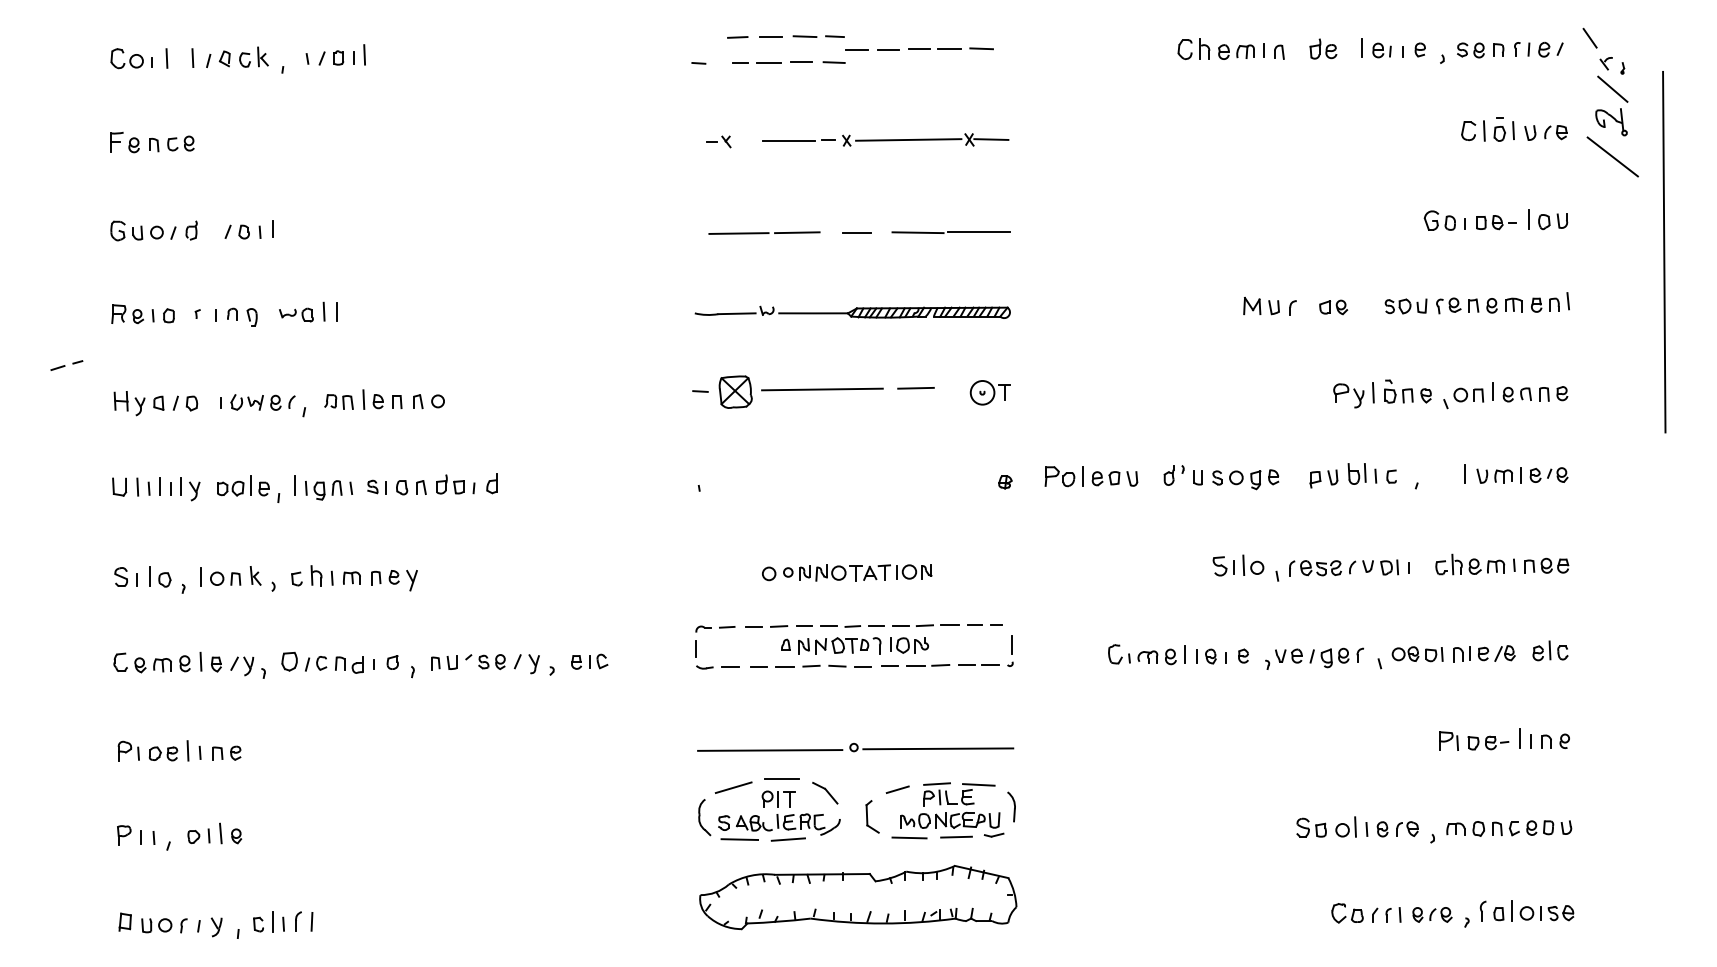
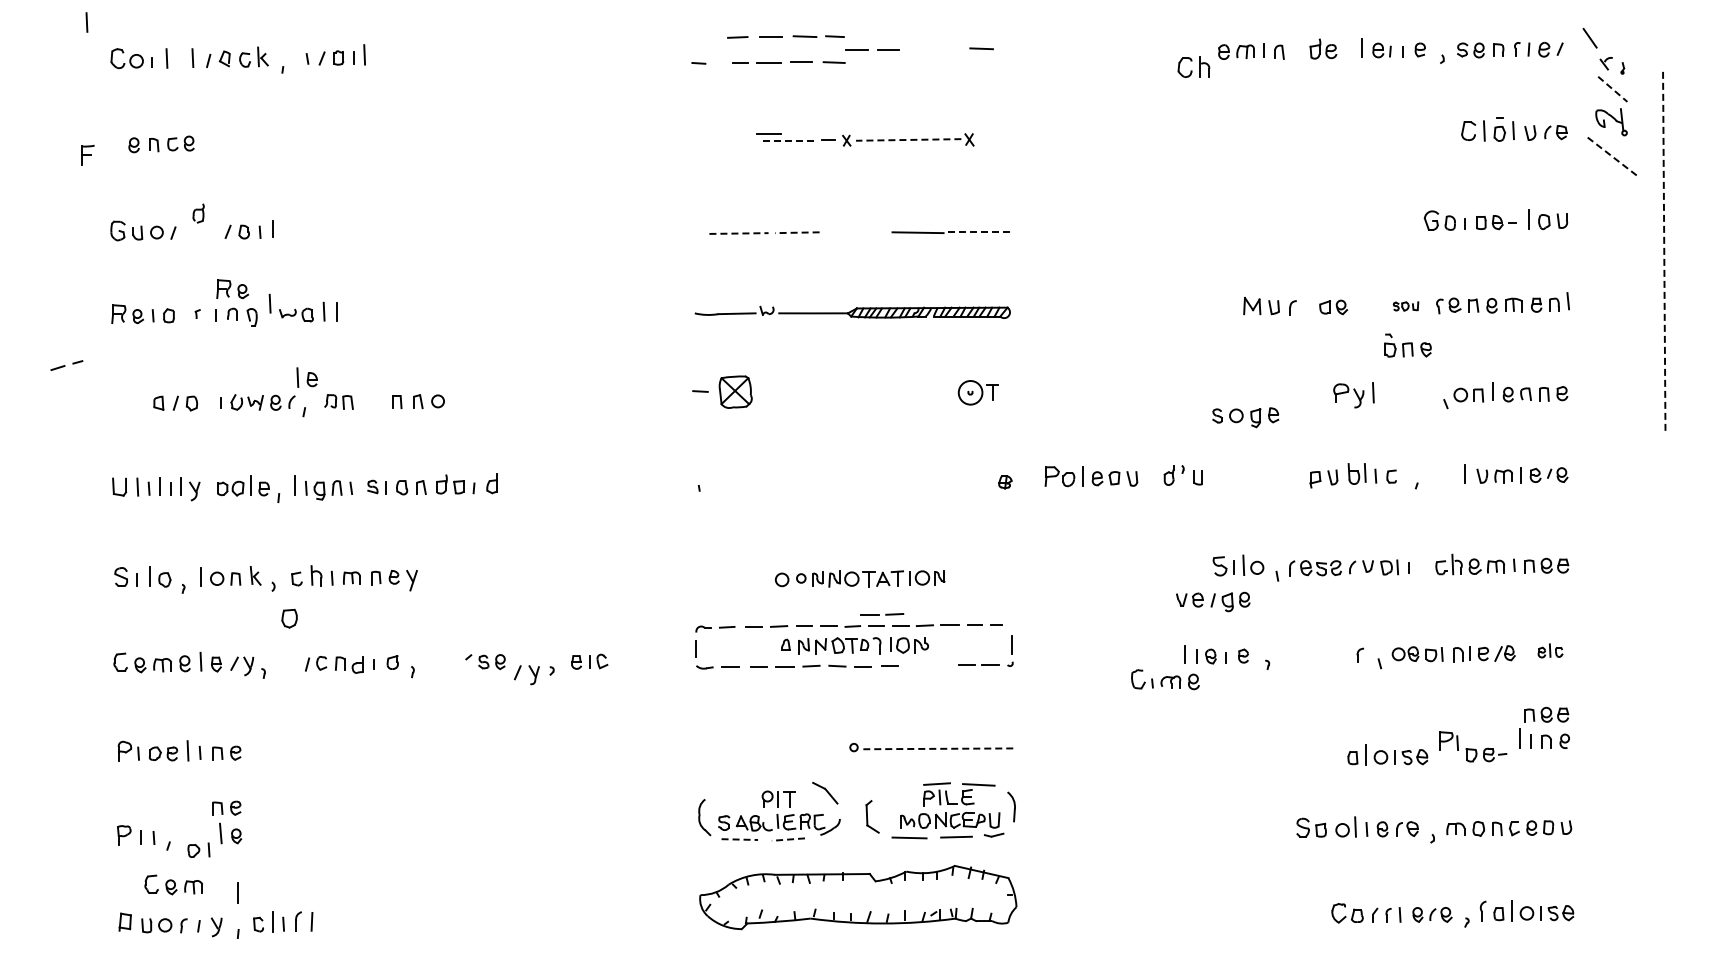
line at (86, 22): none -> present
line at (937, 48): present -> none
part at (1193, 49) position: (1193, 49) -> (1193, 67)
line at (1613, 89): solid -> dashed
line at (768, 133): none -> present
line at (908, 139): solid -> dashed
line at (991, 139): present -> none
line at (788, 140): solid -> dashed
part at (718, 141): present -> none
part at (116, 142) position: (116, 142) -> (87, 155)
line at (1612, 156): solid -> dashed
part at (191, 230) position: (191, 230) -> (198, 213)
line at (979, 231): solid -> dashed
line at (796, 232): solid -> dashed
line at (856, 232): present -> none
line at (738, 233): solid -> dashed
line at (1664, 252): solid -> dashed
part at (232, 288): none -> present
line at (269, 303): none -> present
part at (1405, 306) size: 44x17 px -> 28x11 px
line at (915, 387): present -> none
line at (822, 389): present -> none
part at (1407, 391) position: (1407, 391) -> (1407, 345)
part at (989, 392) position: (989, 392) -> (977, 392)
part at (372, 399) position: (372, 399) -> (306, 377)
part at (129, 403): present -> none
part at (1245, 479) position: (1245, 479) -> (1245, 417)
part at (847, 572) position: (847, 572) -> (860, 578)
part at (1550, 650) size: 37x22 px -> 27x16 px
part at (1142, 654) position: (1142, 654) -> (1165, 679)
part at (1312, 657) position: (1312, 657) -> (1213, 601)
part at (289, 661) position: (289, 661) -> (289, 618)
part at (444, 662): present -> none
part at (532, 662) position: (532, 662) -> (532, 673)
line at (925, 665) position: (925, 665) -> (879, 614)
part at (1546, 714): none -> present
part at (1488, 742) position: (1488, 742) -> (1486, 754)
line at (938, 748): solid -> dashed
line at (770, 750): present -> none
part at (1387, 754): none -> present
line at (781, 779): present -> none
line at (733, 787): present -> none
line at (897, 789): present -> none
part at (226, 807): none -> present
part at (198, 835) position: (198, 835) -> (198, 849)
line at (740, 839): solid -> dashed
line at (788, 839): solid -> dashed
part at (173, 884): none -> present
line at (237, 892): none -> present
